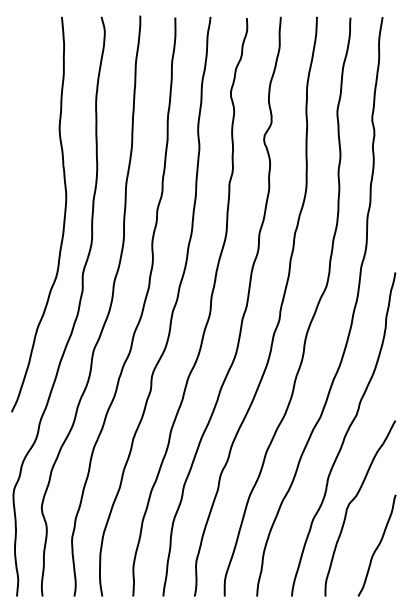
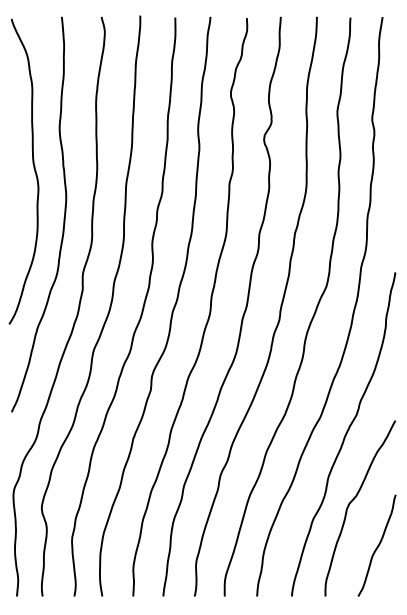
curve at (33, 168): none -> present
